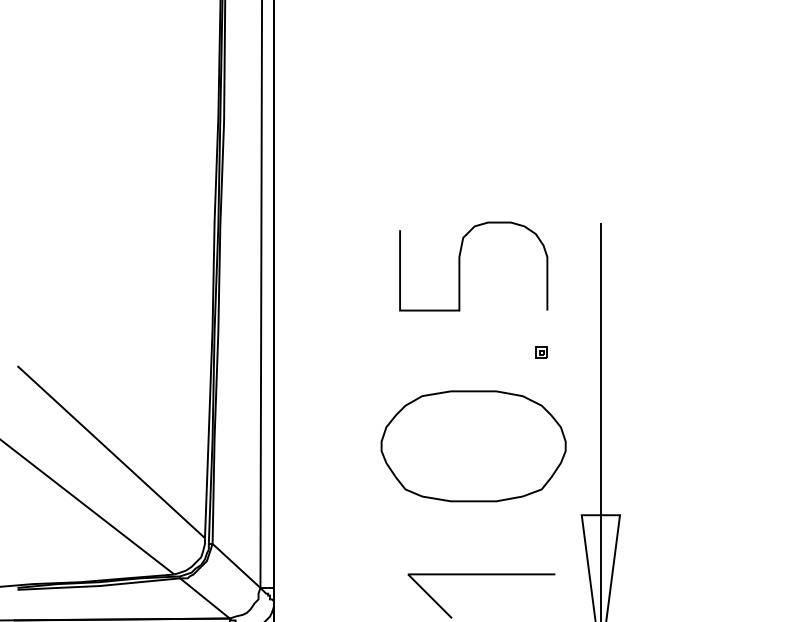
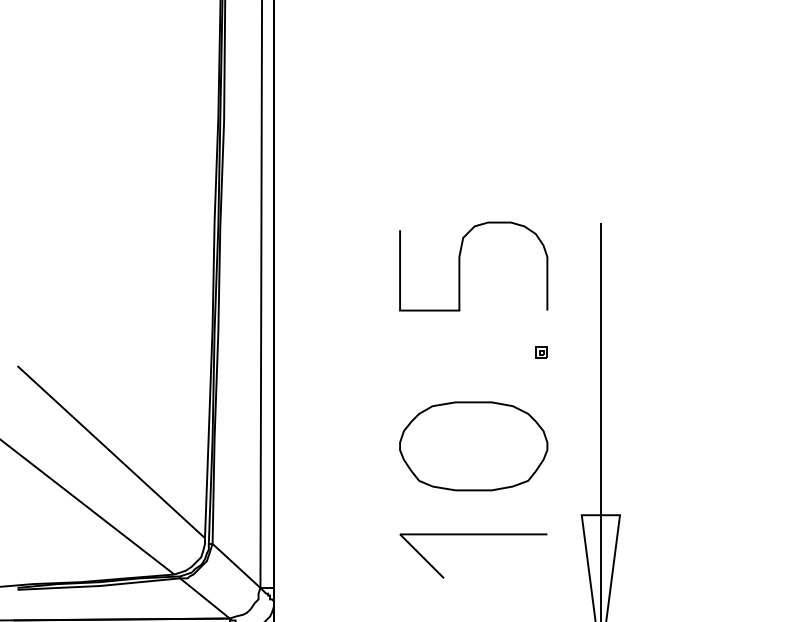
part at (473, 446) size: 187x113 px -> 150x91 px
curve at (481, 575) position: (481, 575) -> (473, 535)
